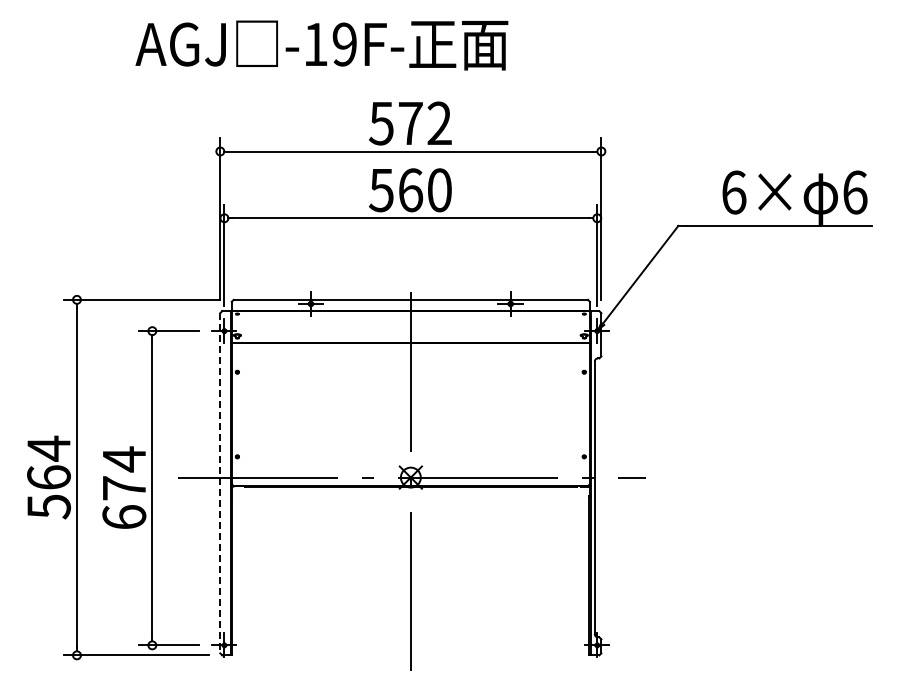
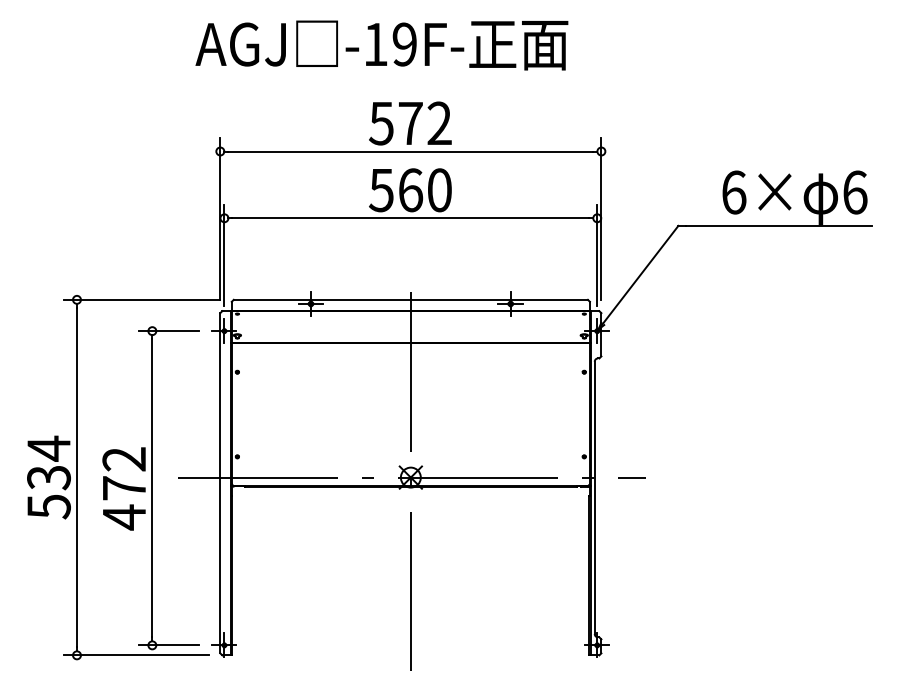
text at (321, 45) position: (321, 45) -> (381, 45)
text at (48, 477): 564 -> 534
line at (220, 483): dashed -> solid
text at (124, 488): 674 -> 472
